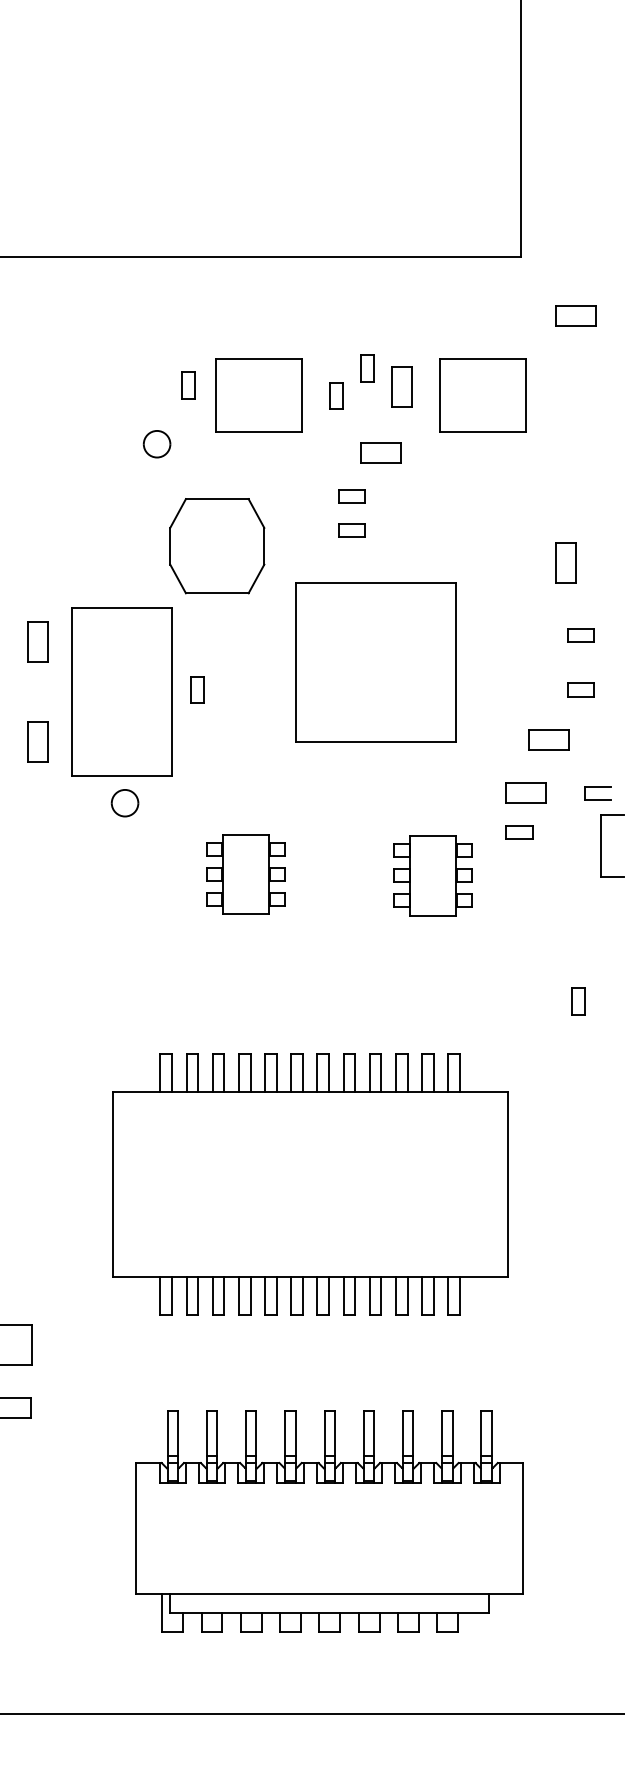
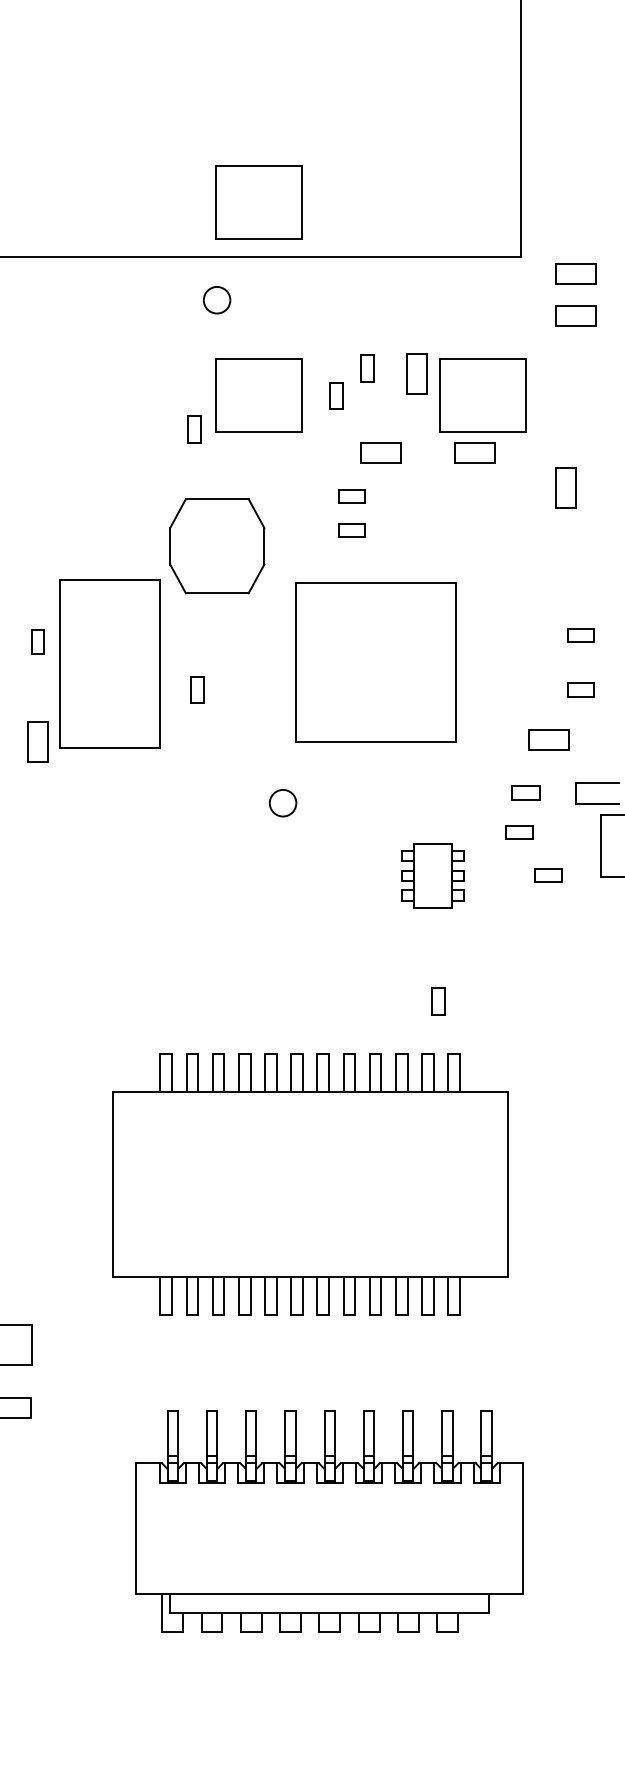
part at (258, 202): none -> present
part at (575, 273): none -> present
part at (188, 385) position: (188, 385) -> (194, 429)
part at (401, 386) position: (401, 386) -> (416, 373)
part at (156, 444) position: (156, 444) -> (216, 300)
part at (474, 452): none -> present
part at (565, 562) position: (565, 562) -> (565, 487)
part at (37, 641) size: 22x42 px -> 14x26 px
part at (121, 691) position: (121, 691) -> (109, 663)
part at (525, 792) size: 42x22 px -> 30x16 px
part at (597, 793) size: 28x15 px -> 45x23 px
part at (124, 803) position: (124, 803) -> (282, 803)
part at (245, 874): present -> none
part at (432, 875) size: 80x82 px -> 64x66 px
part at (548, 875): none -> present
part at (578, 1001) position: (578, 1001) -> (438, 1001)
line at (311, 1713): present -> none
